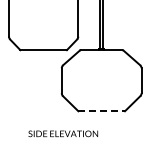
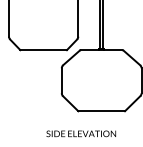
line at (102, 111): dashed -> solid
text at (62, 133) position: (62, 133) -> (80, 133)
